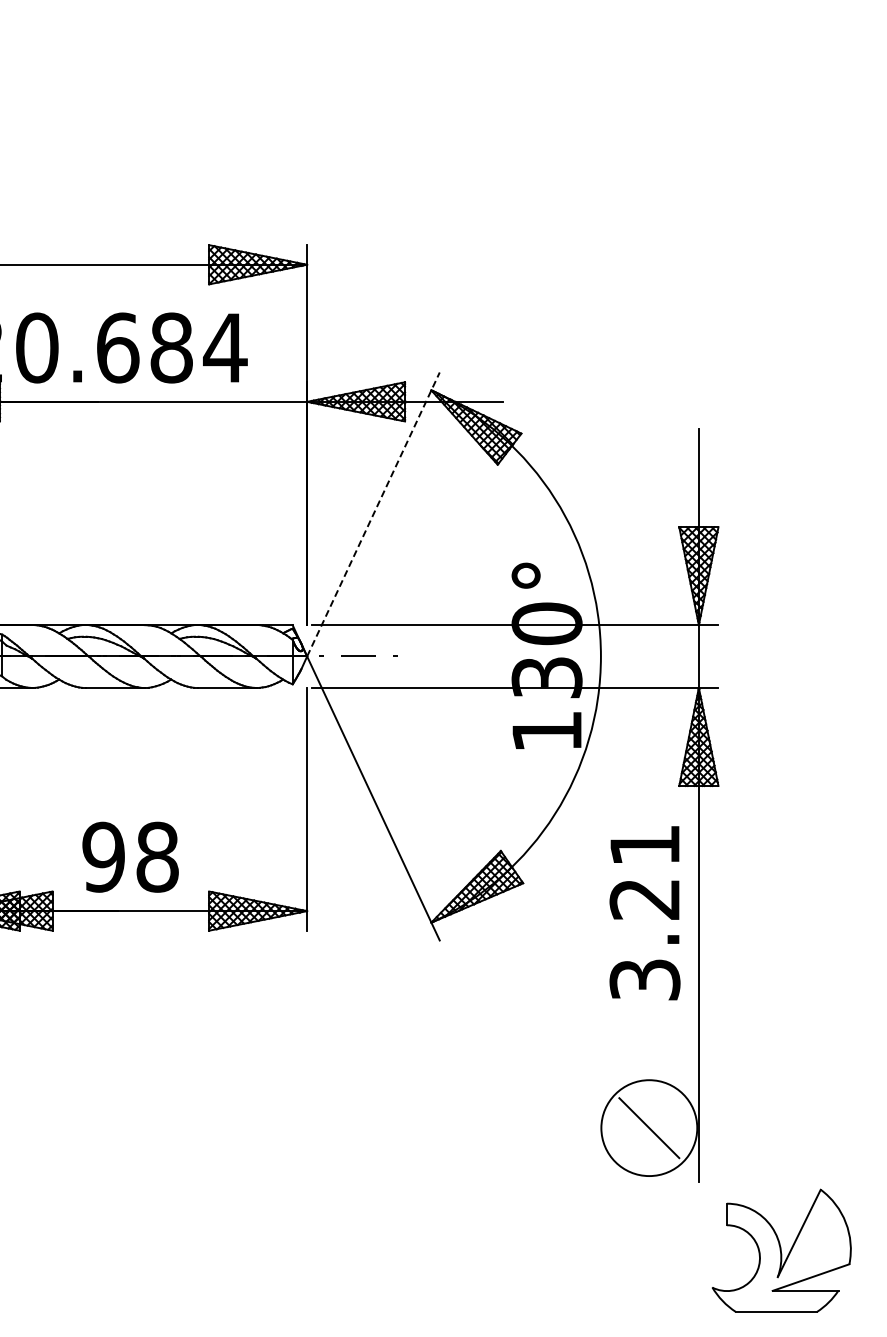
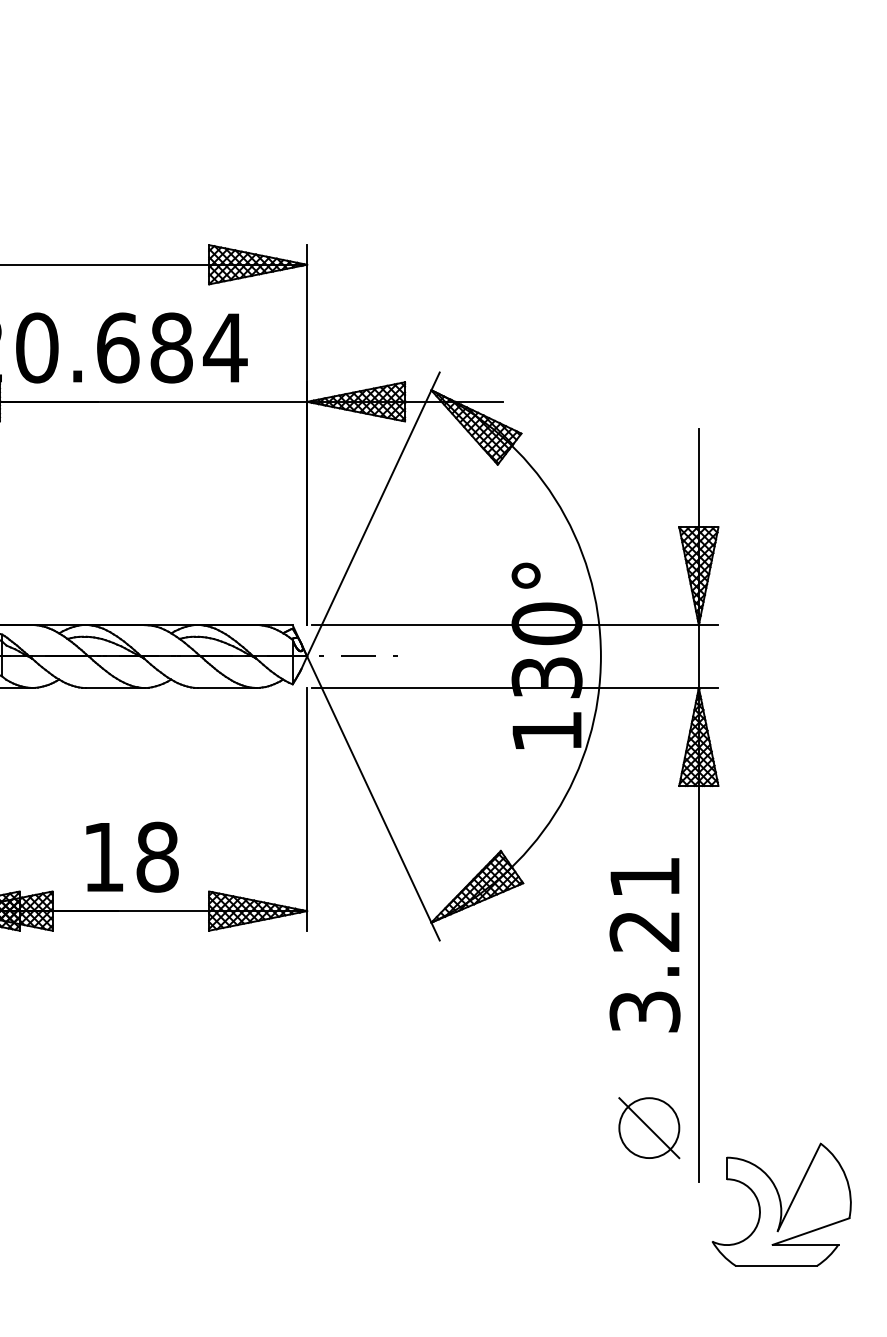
line at (373, 514): dashed -> solid
text at (103, 856): 98 -> 18
text at (644, 913) position: (644, 913) -> (644, 945)
circle at (649, 1128) diameter: 96 px -> 60 px
part at (781, 1250) position: (781, 1250) -> (781, 1204)
